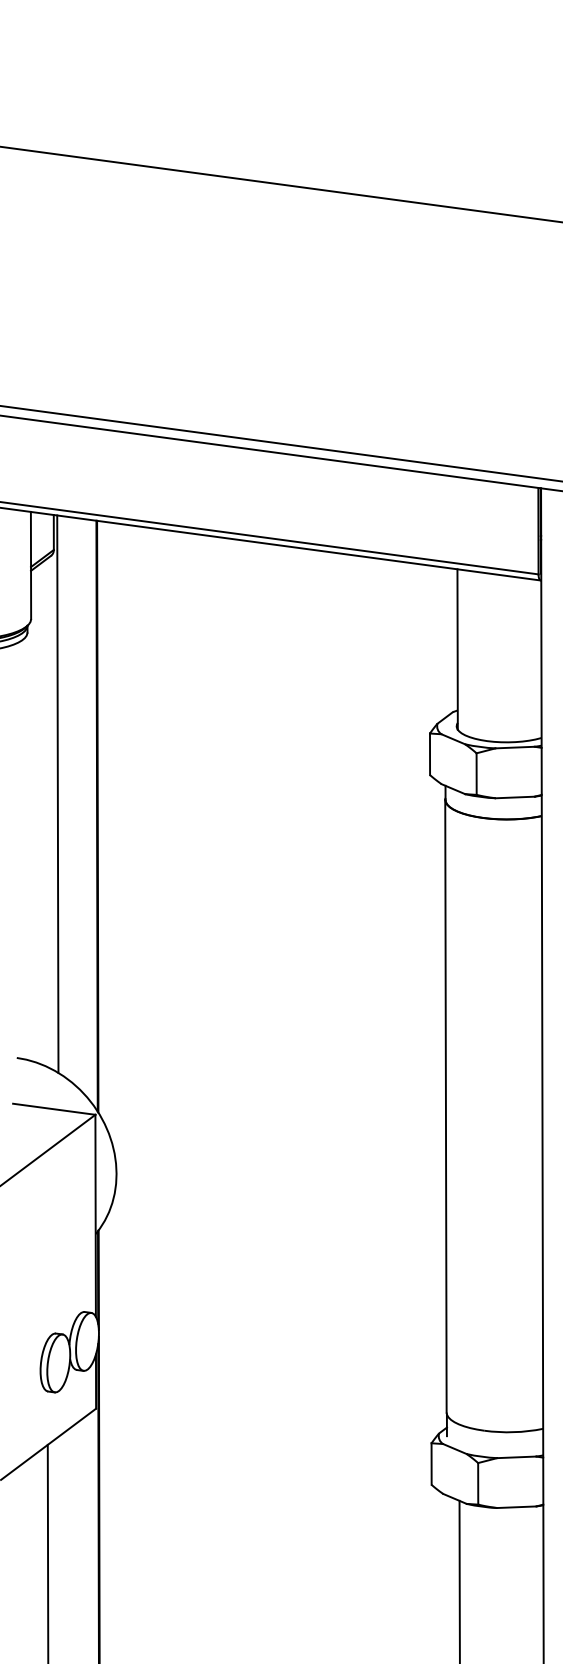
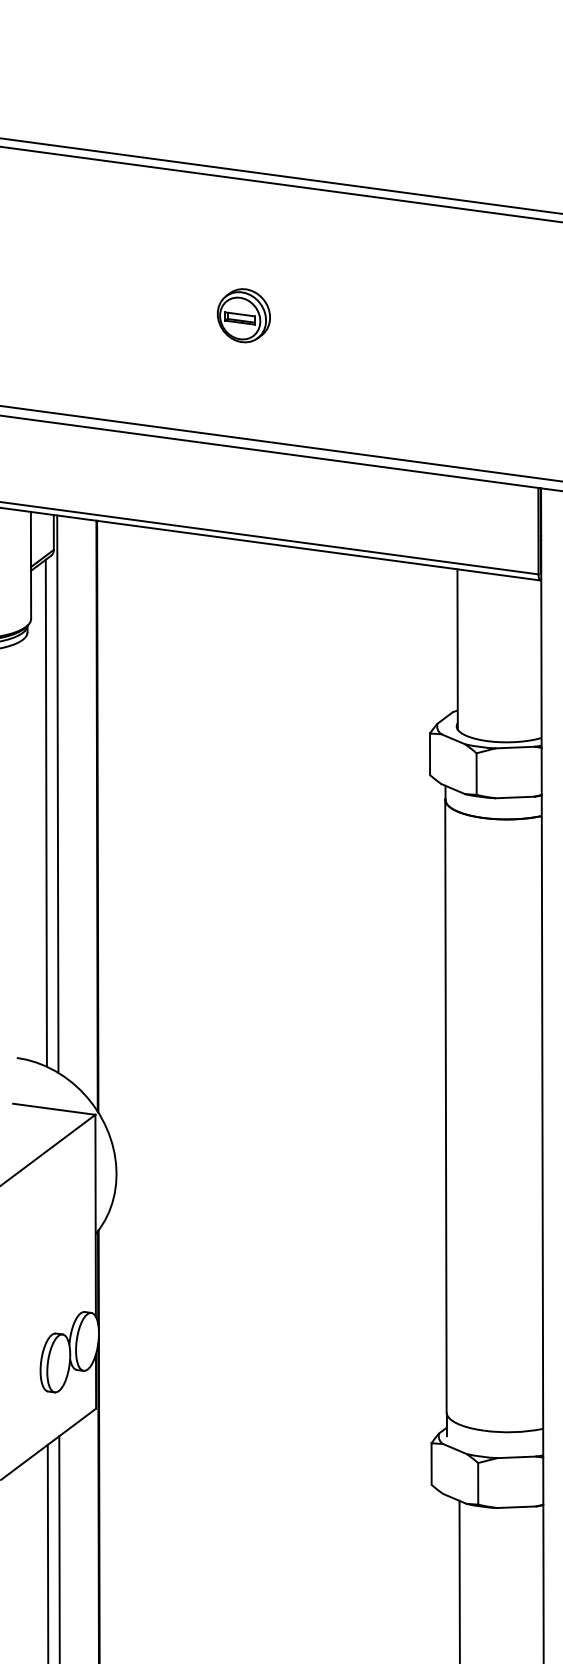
line at (280, 175): none -> present
part at (243, 315): none -> present
line at (45, 812): none -> present
line at (59, 1548): none -> present
